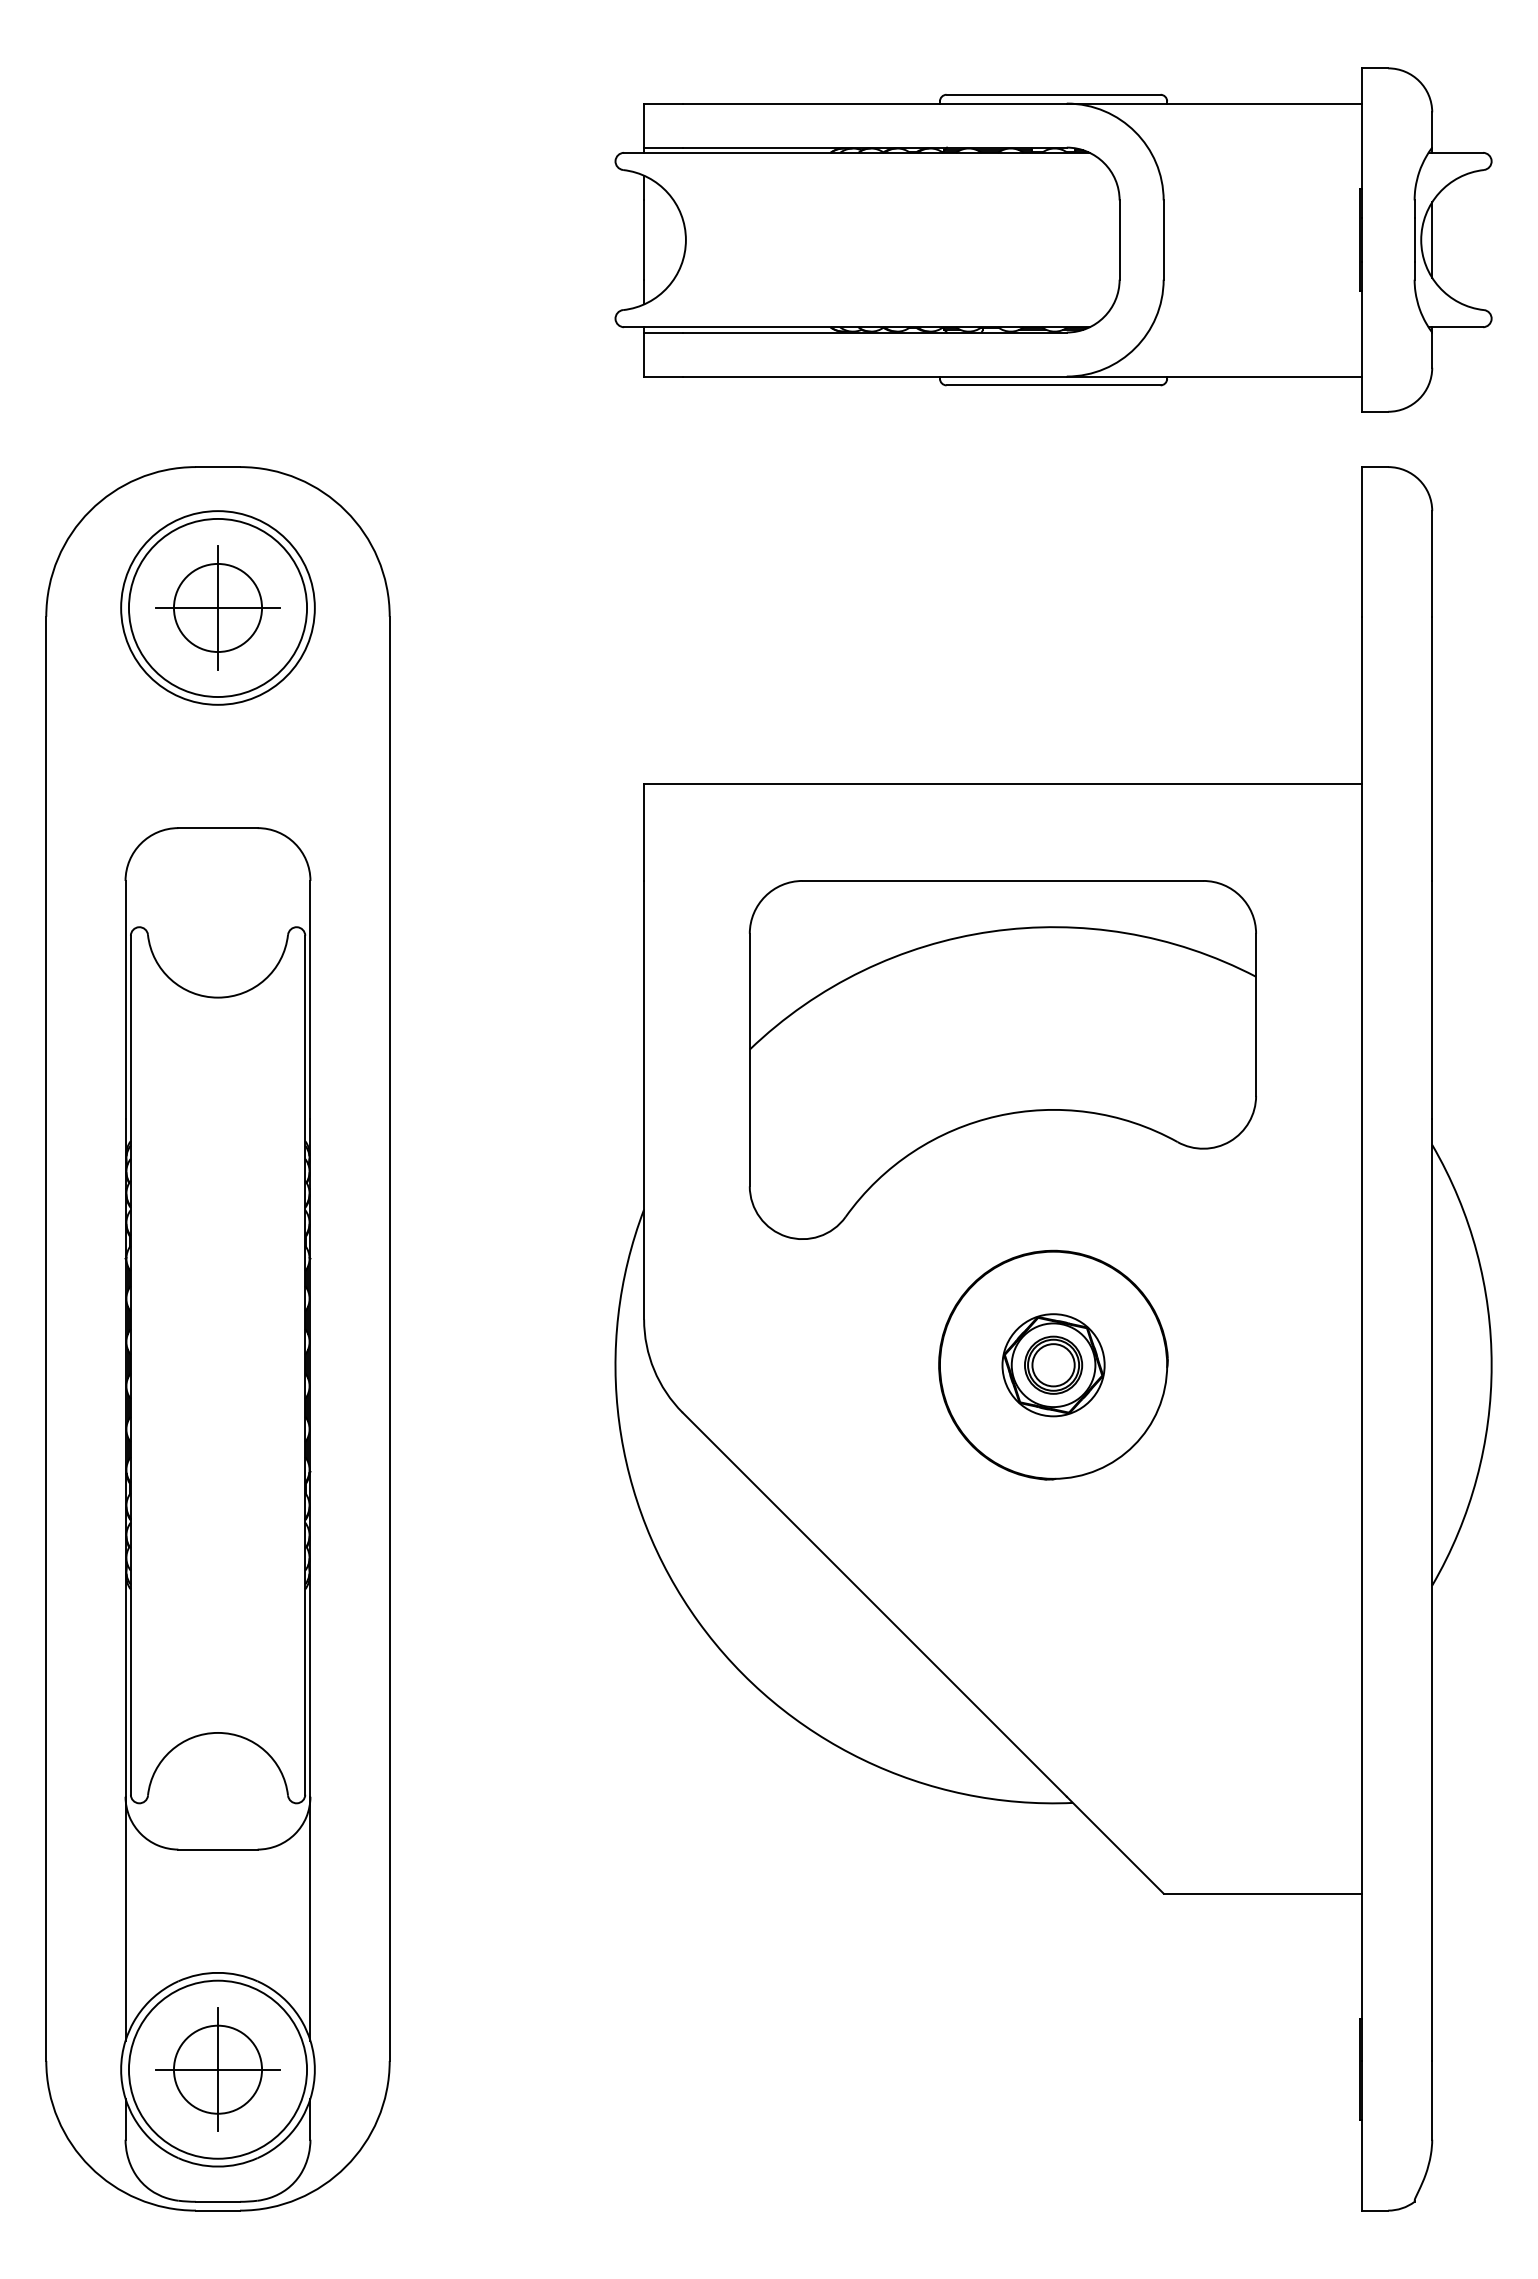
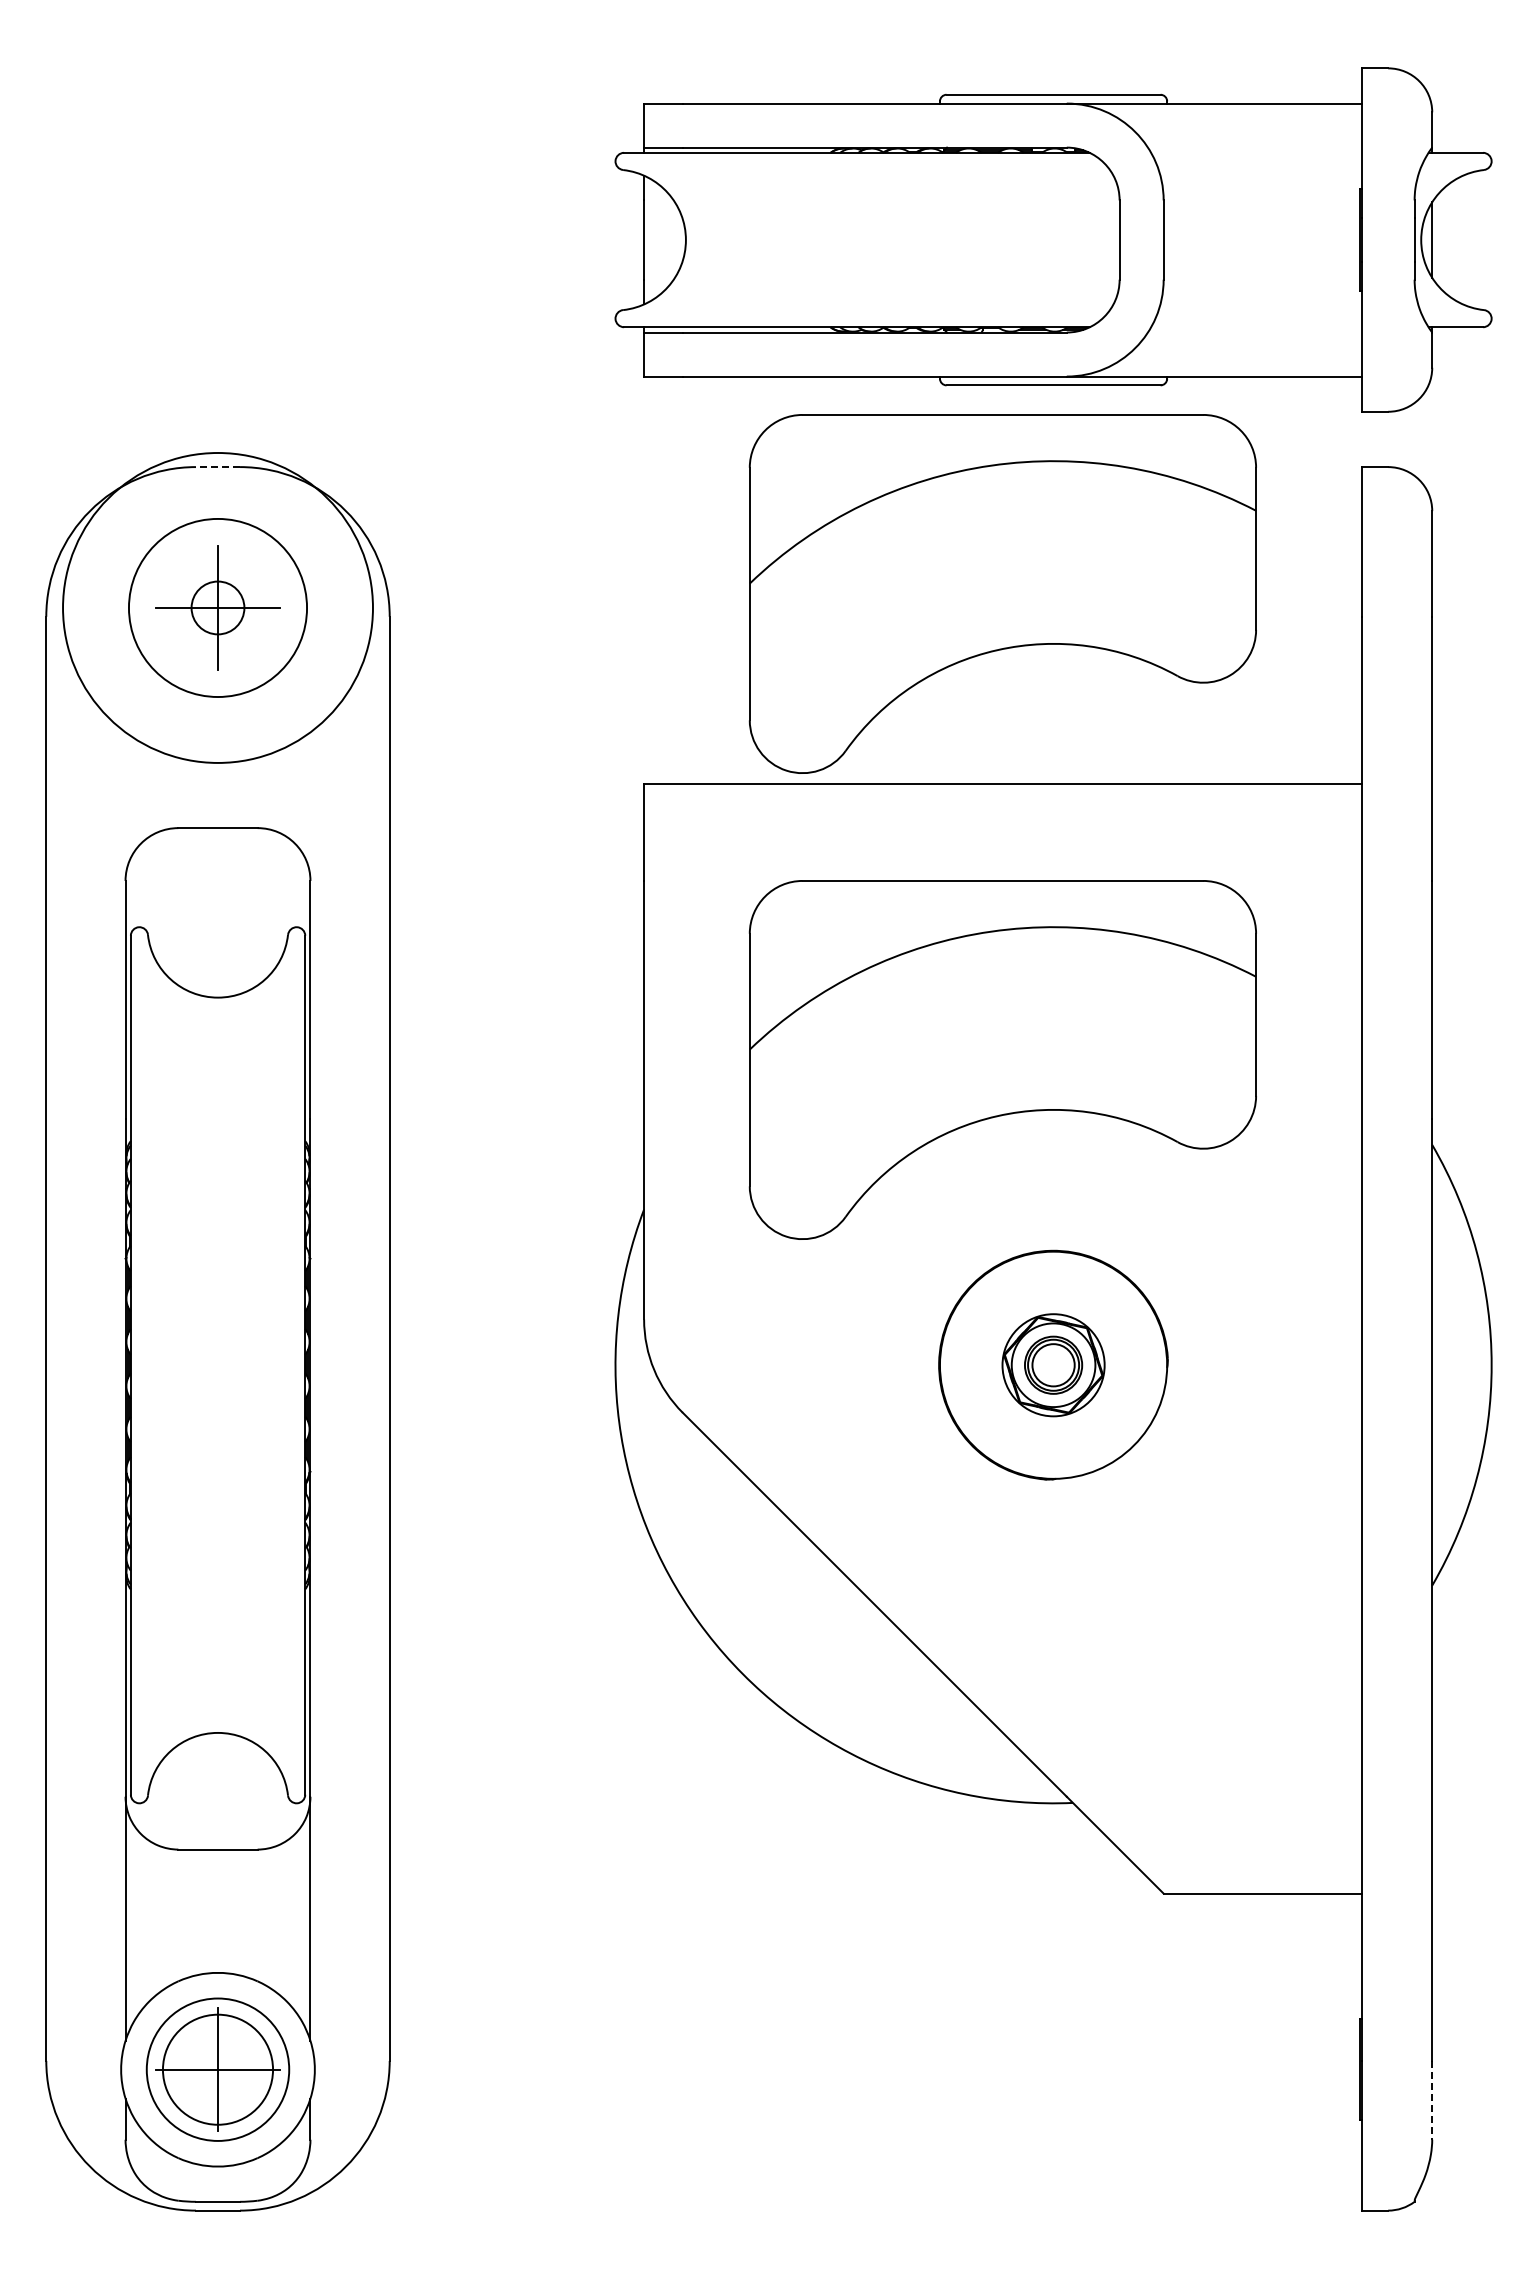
line at (217, 467): solid -> dashed
part at (1002, 593): none -> present
circle at (217, 607) diameter: 194 px -> 310 px
circle at (217, 607) diameter: 88 px -> 53 px
circle at (217, 2069) diameter: 178 px -> 142 px
circle at (217, 2069) diameter: 88 px -> 110 px
line at (1432, 2100): solid -> dashed
